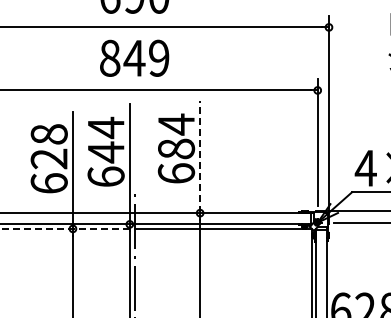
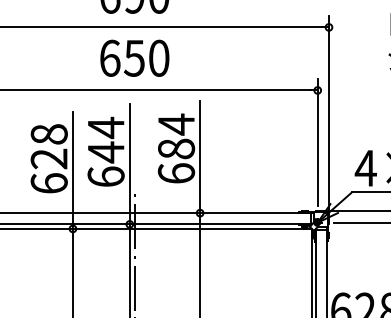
text at (134, 57): 849 -> 650
line at (200, 156): dashed -> solid
line at (68, 228): dashed -> solid
